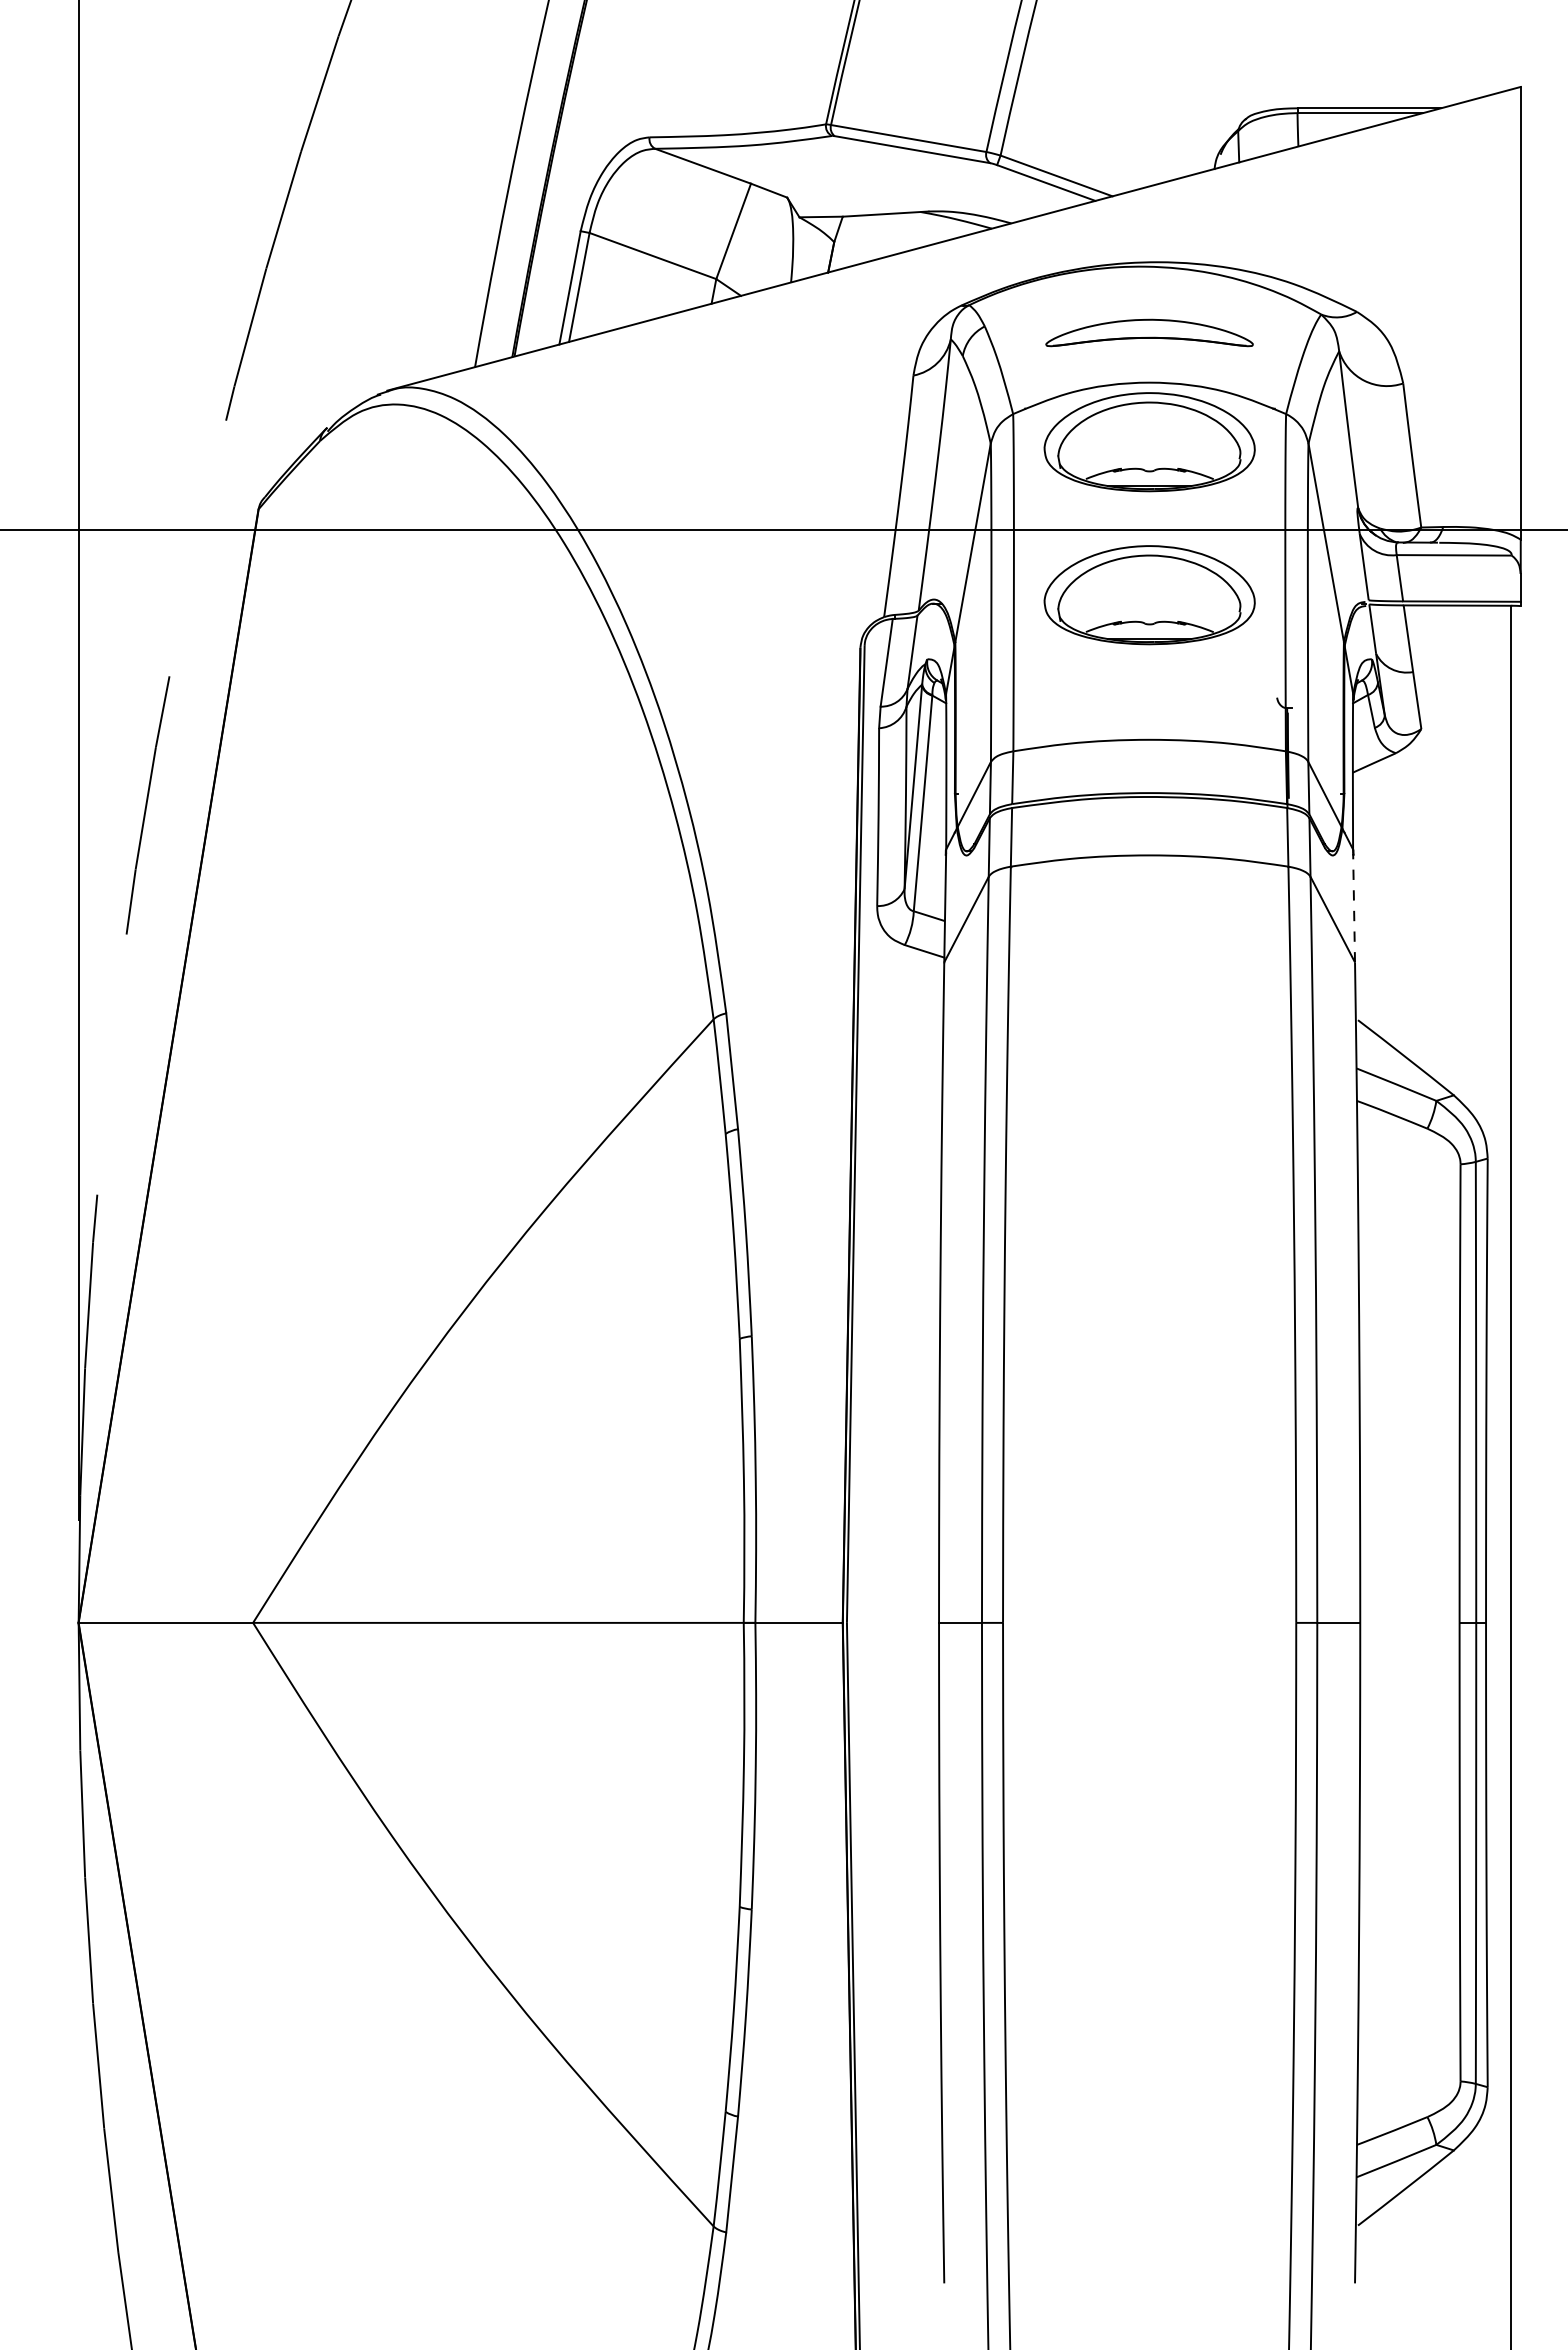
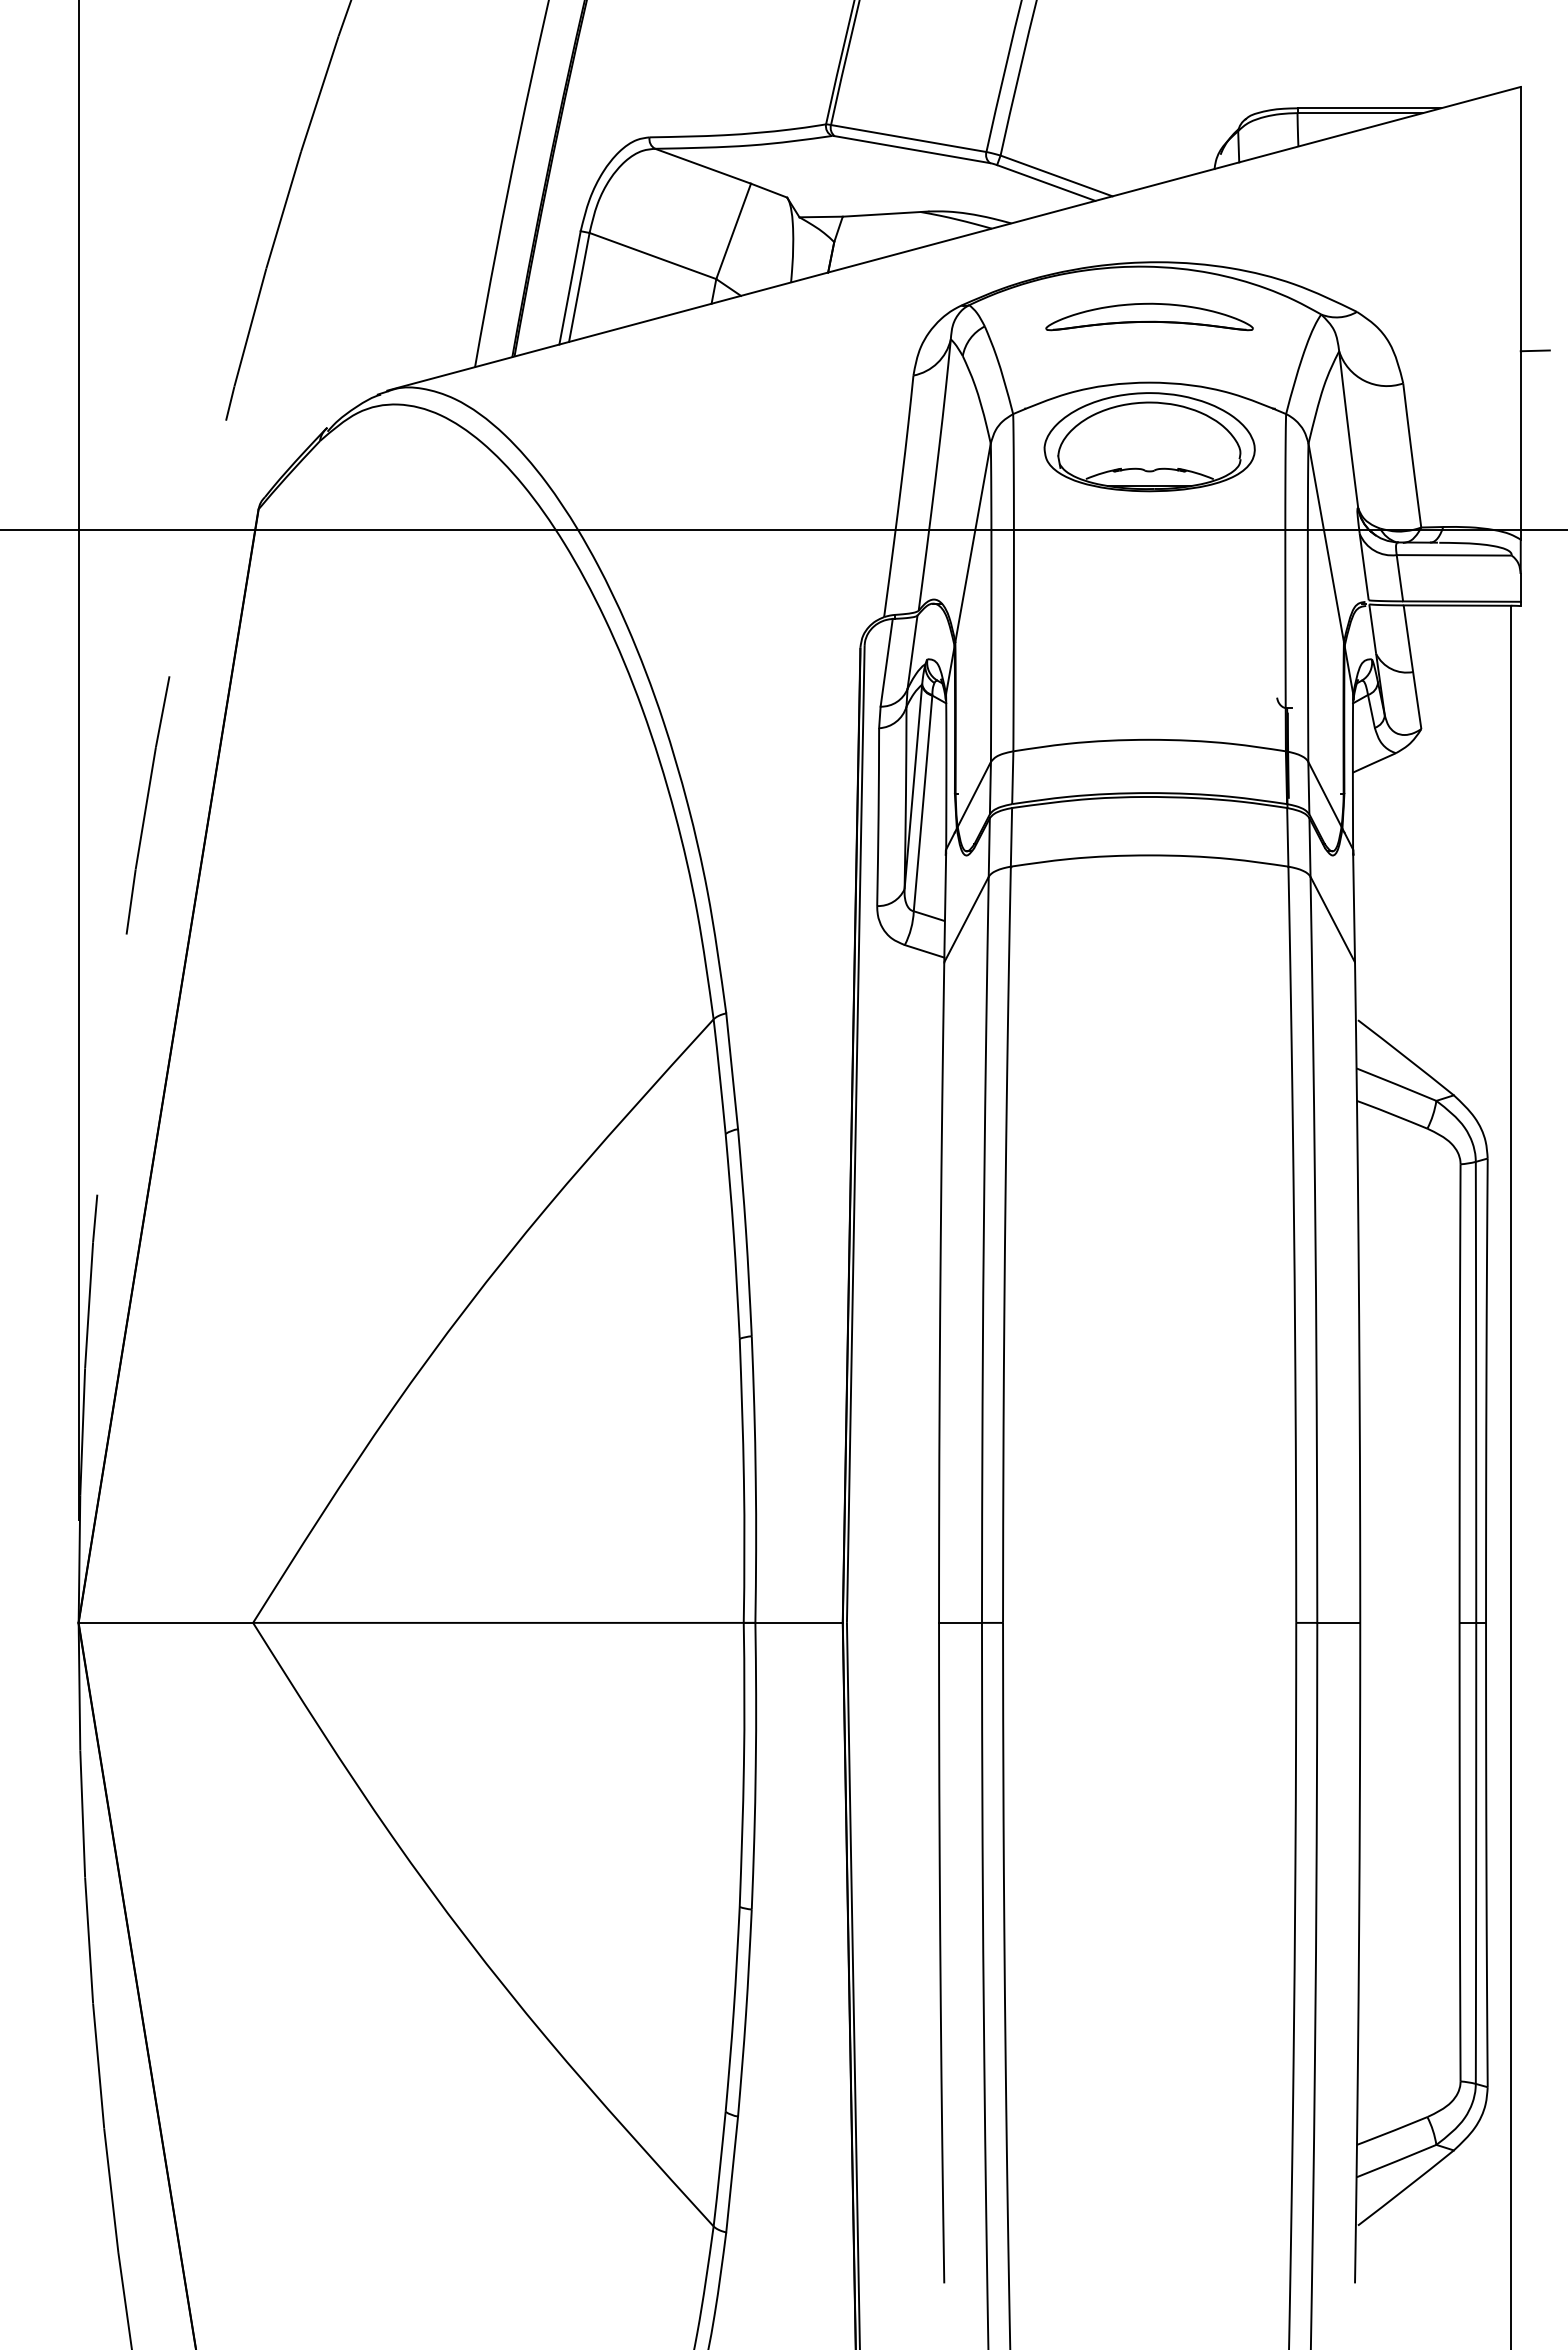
part at (1149, 332) position: (1149, 332) -> (1149, 316)
line at (1534, 350): none -> present
part at (1149, 595): present -> none
line at (1354, 907): dashed -> solid
